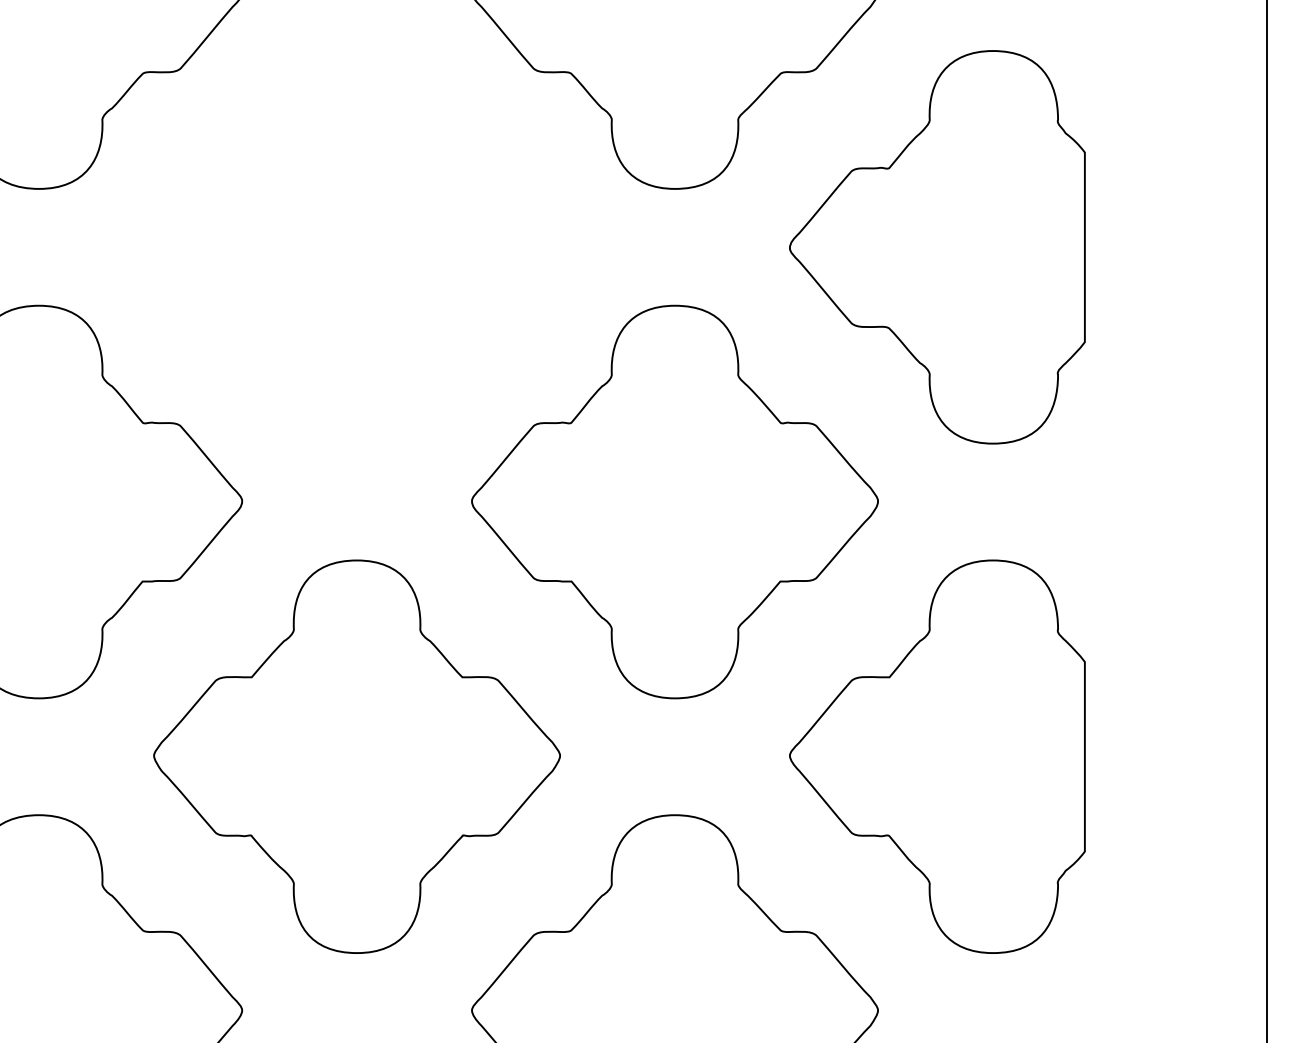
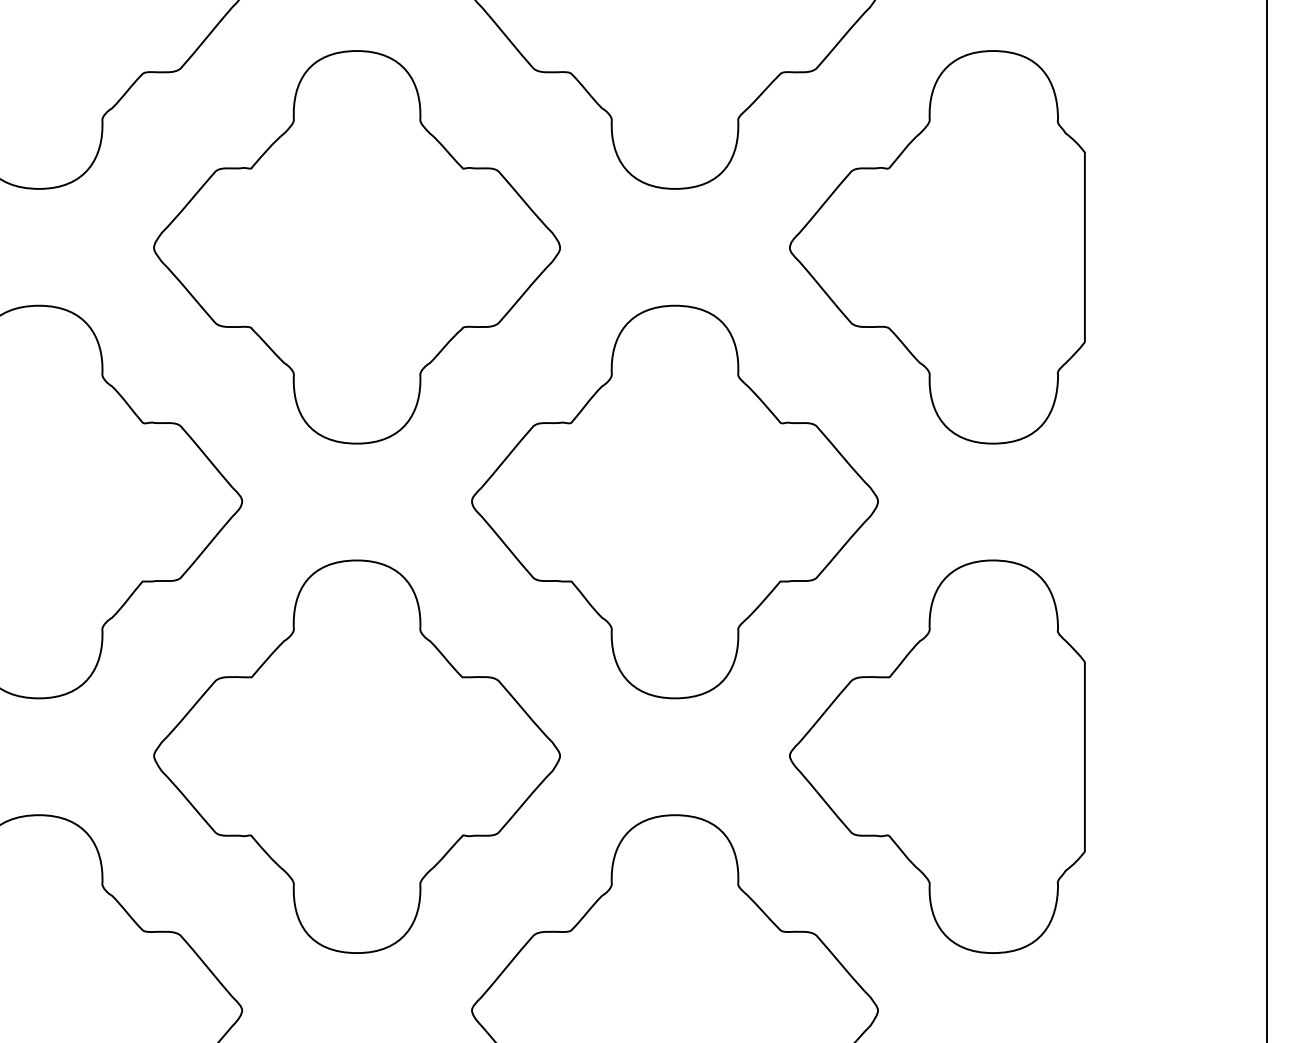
part at (356, 247): none -> present
